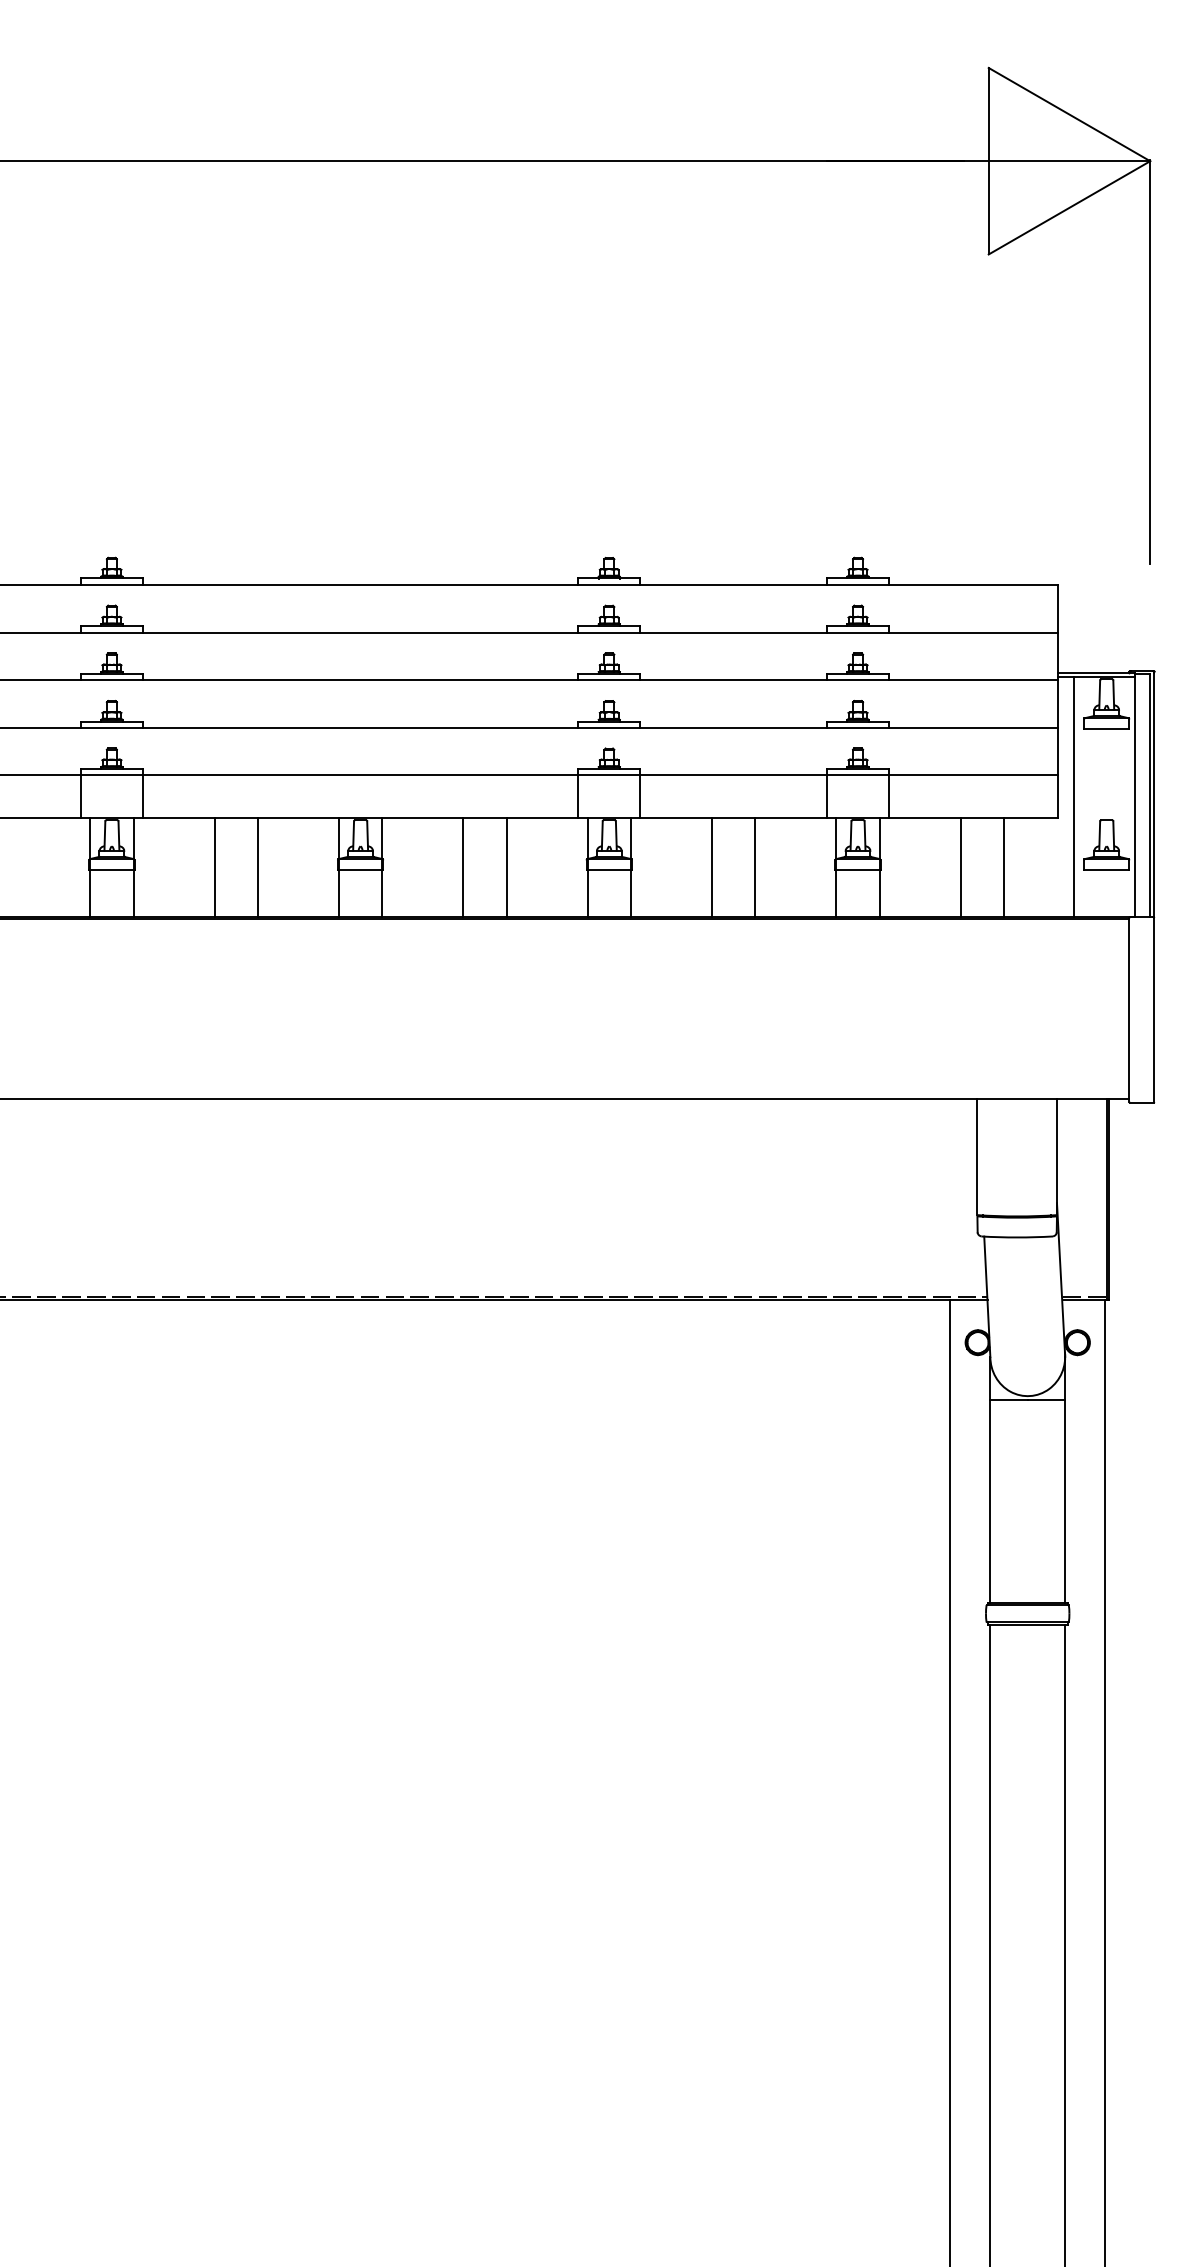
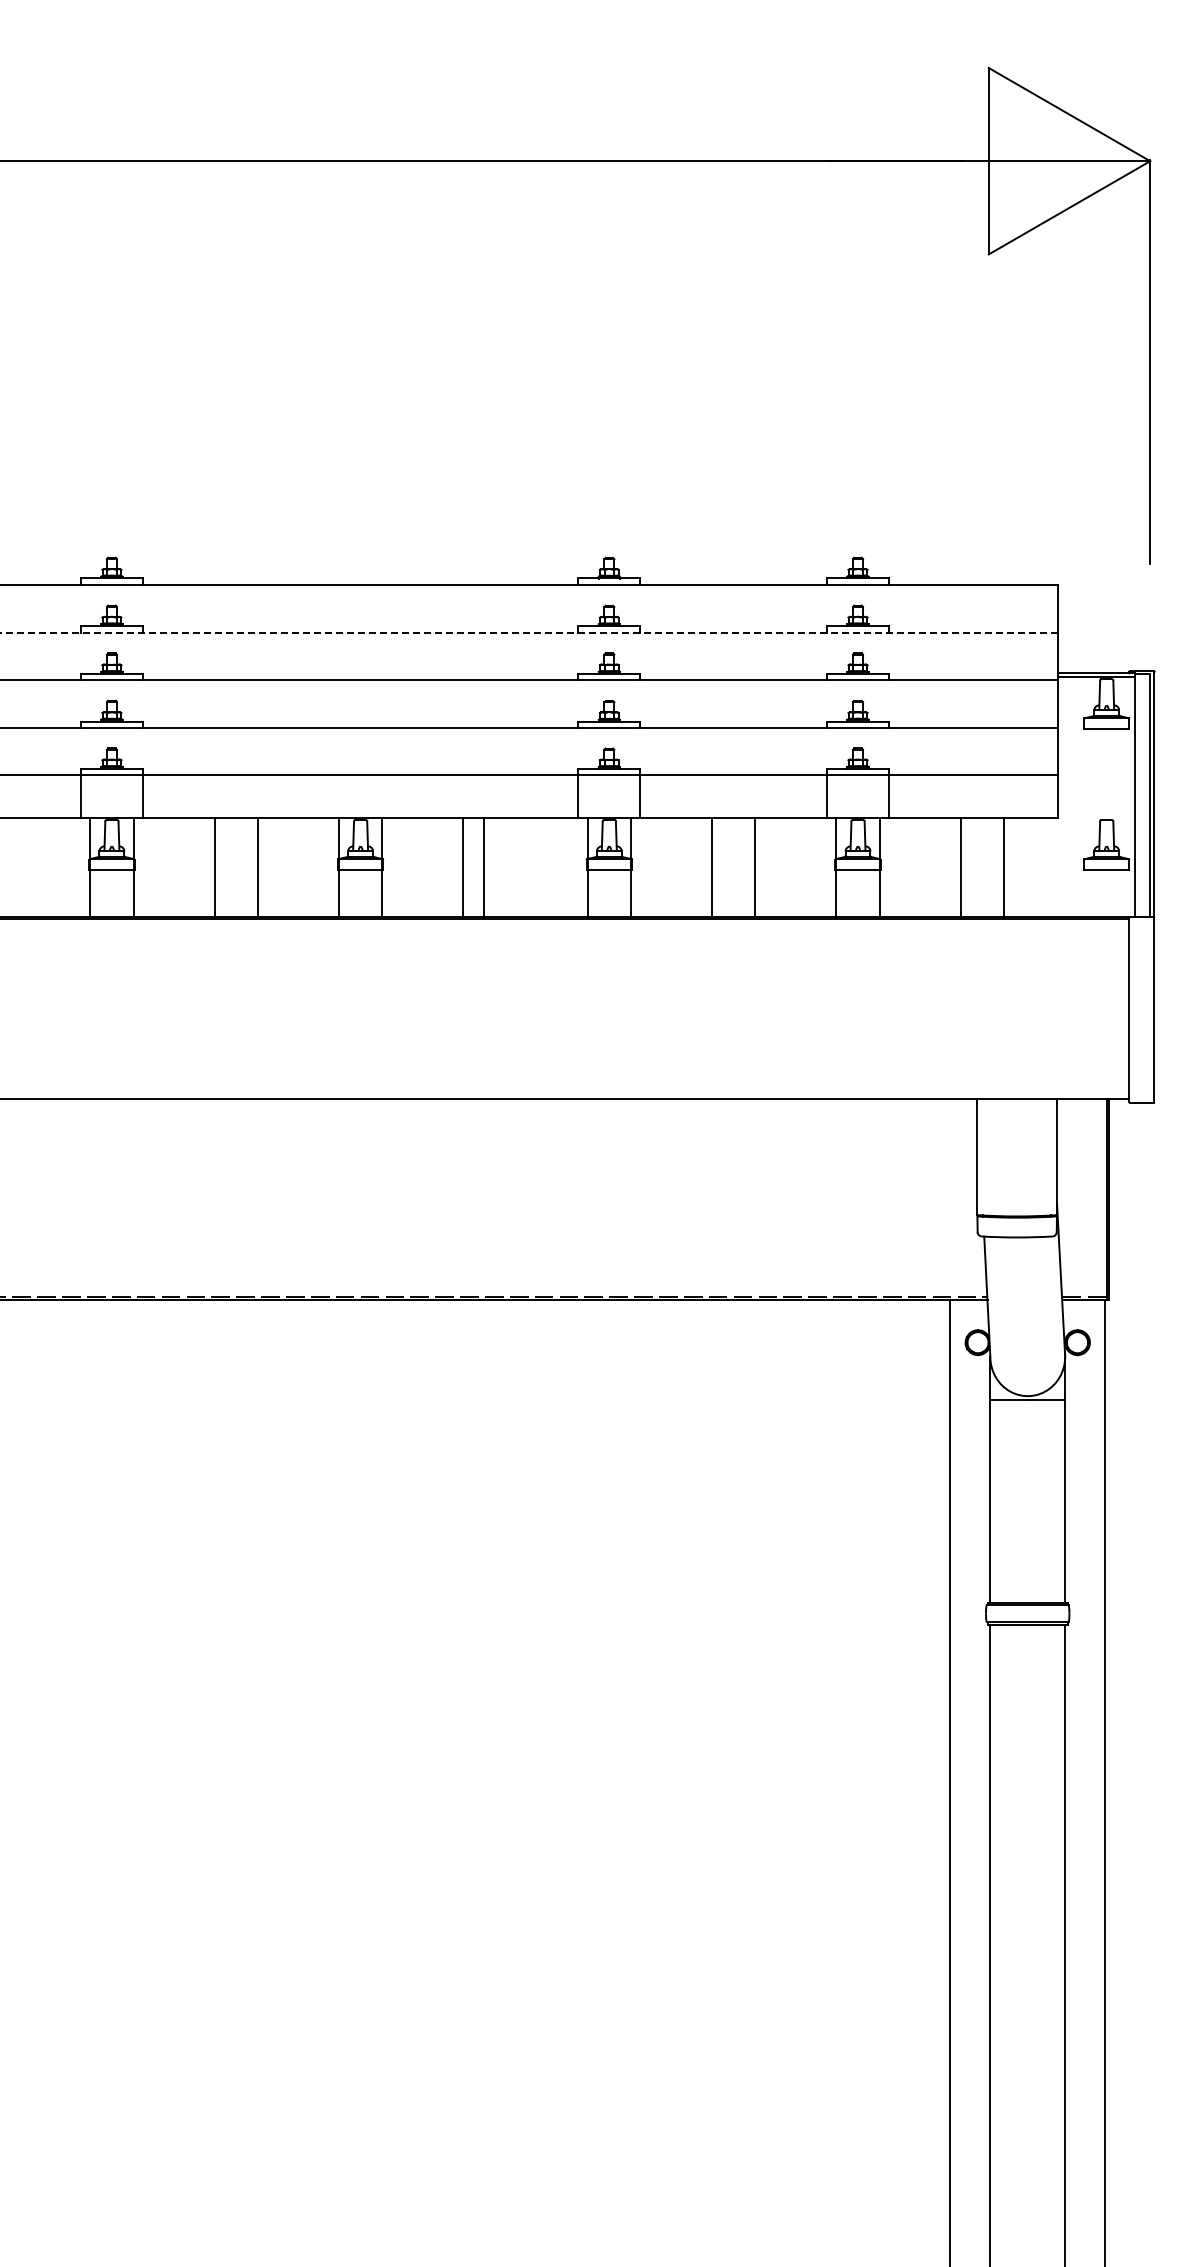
line at (529, 632): solid -> dashed
line at (1073, 796): present -> none
line at (506, 867) position: (506, 867) -> (483, 867)
